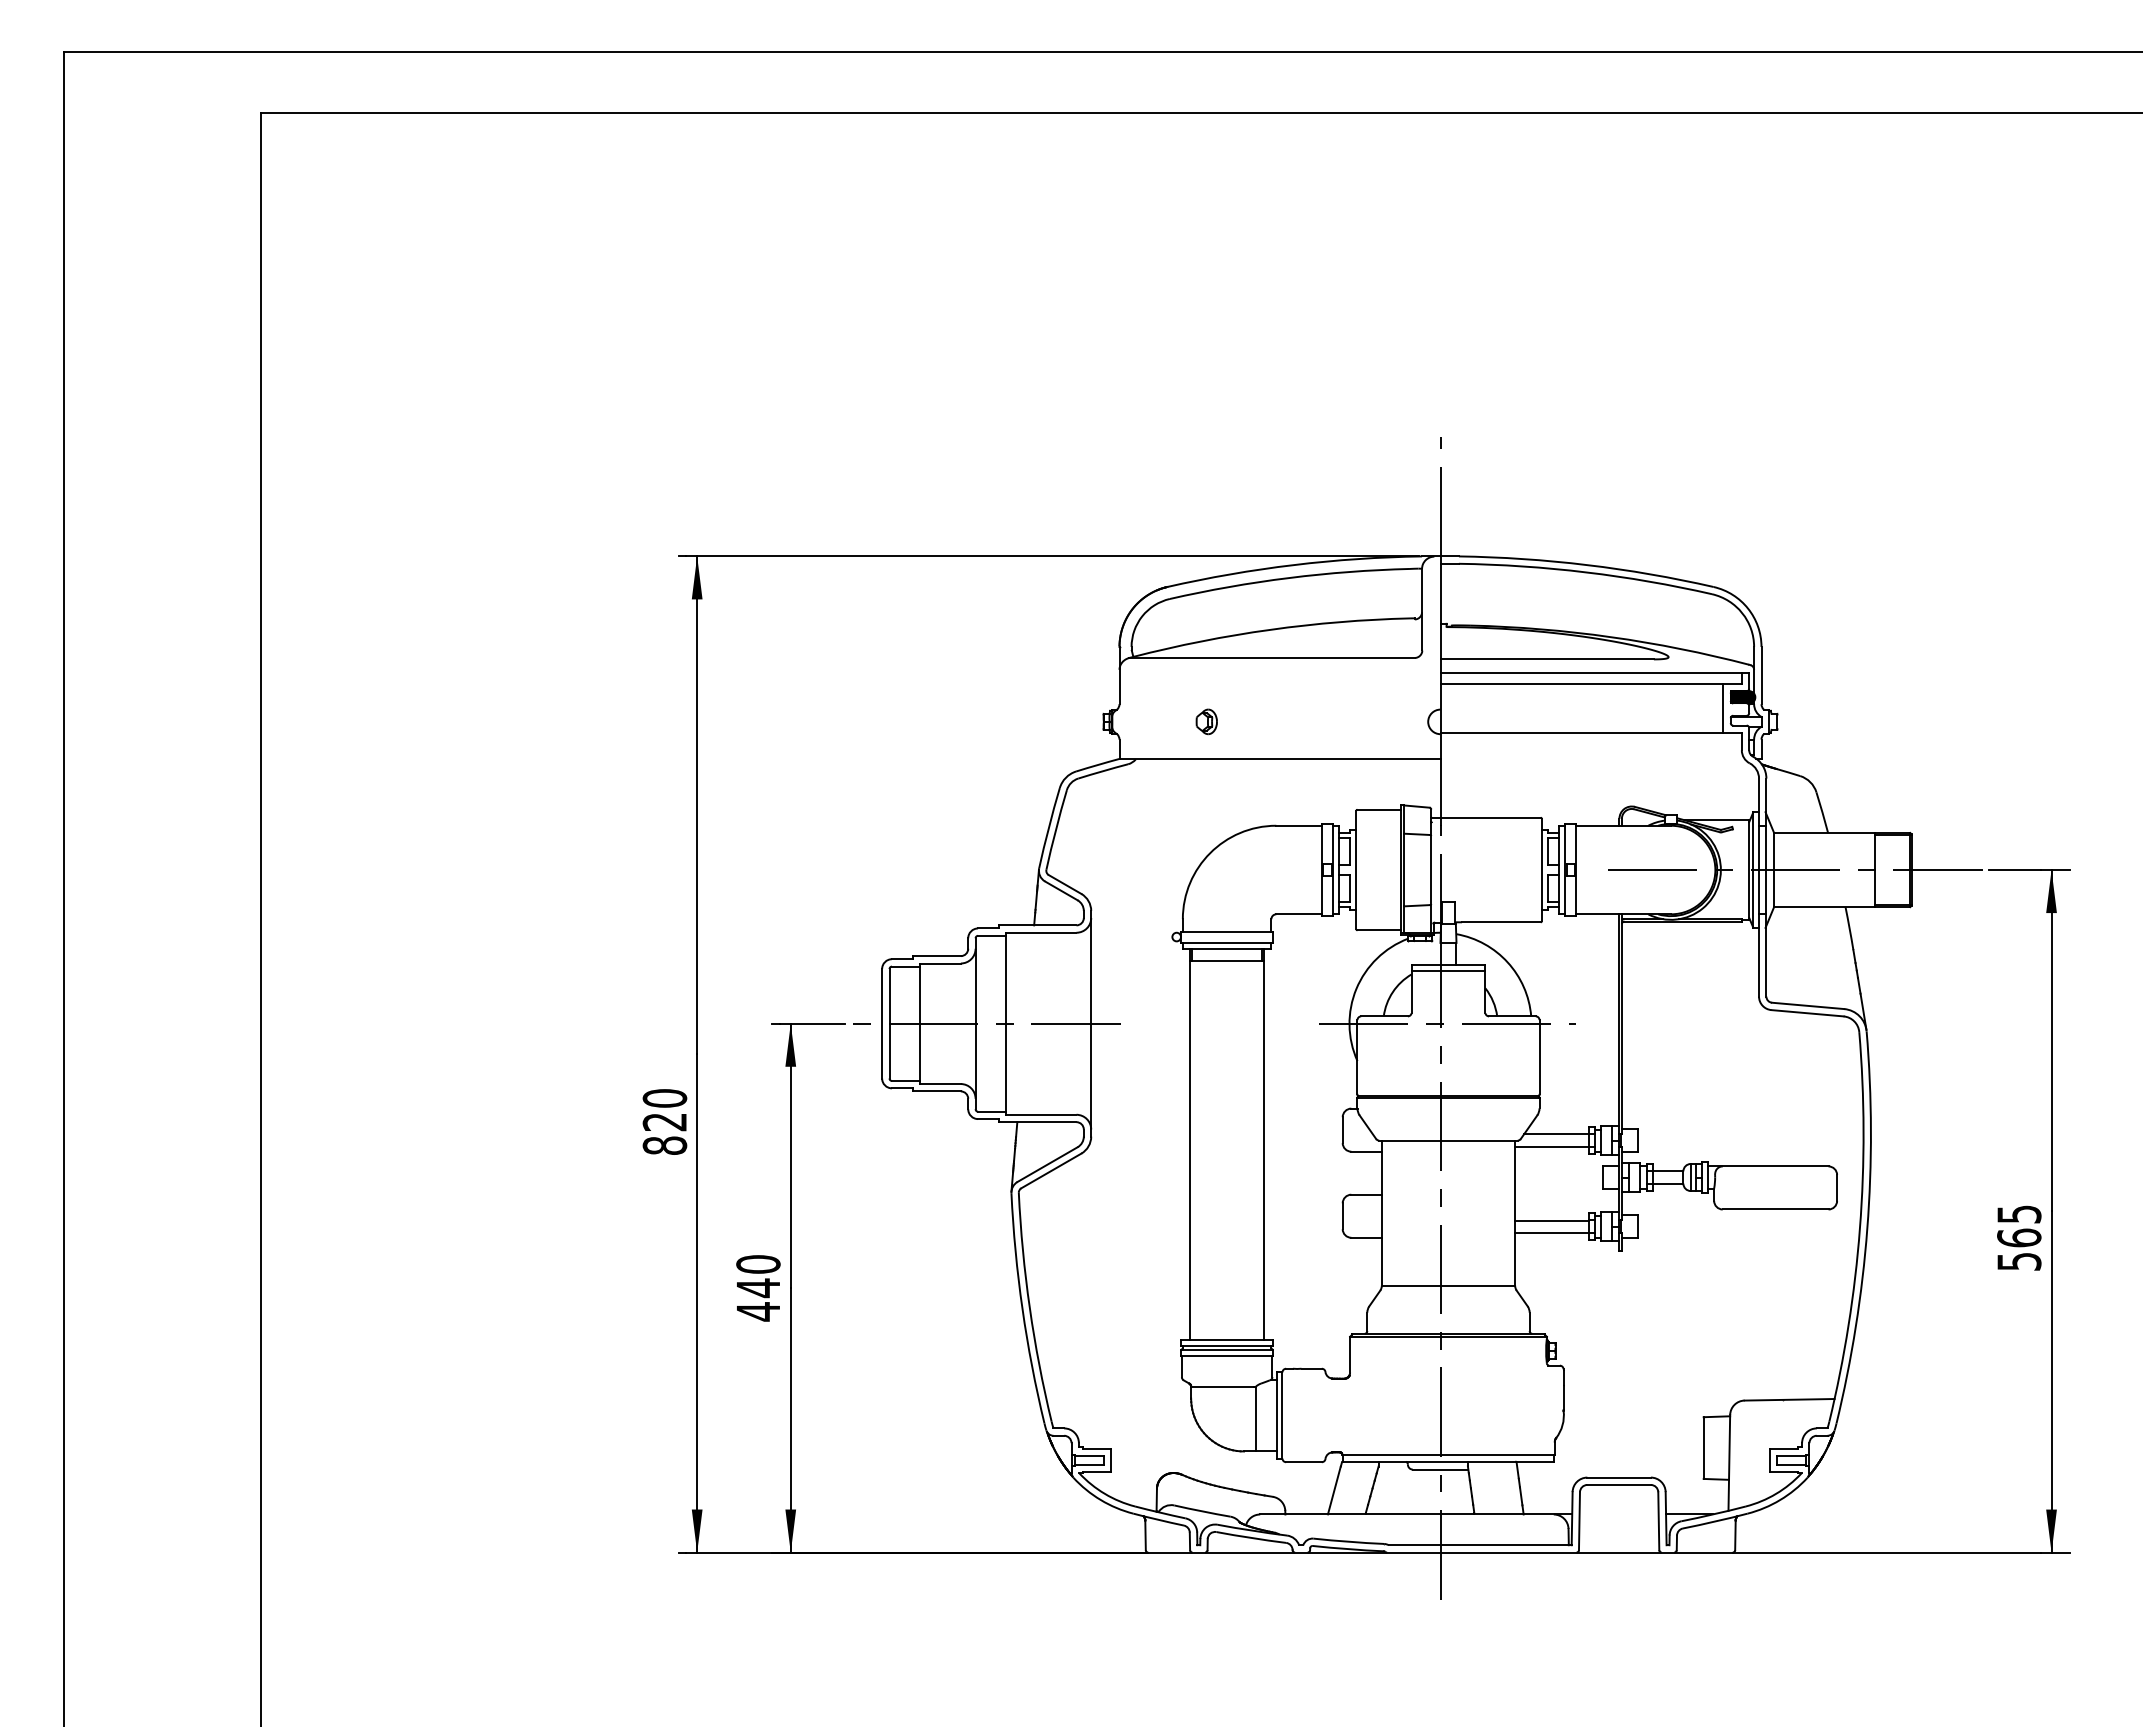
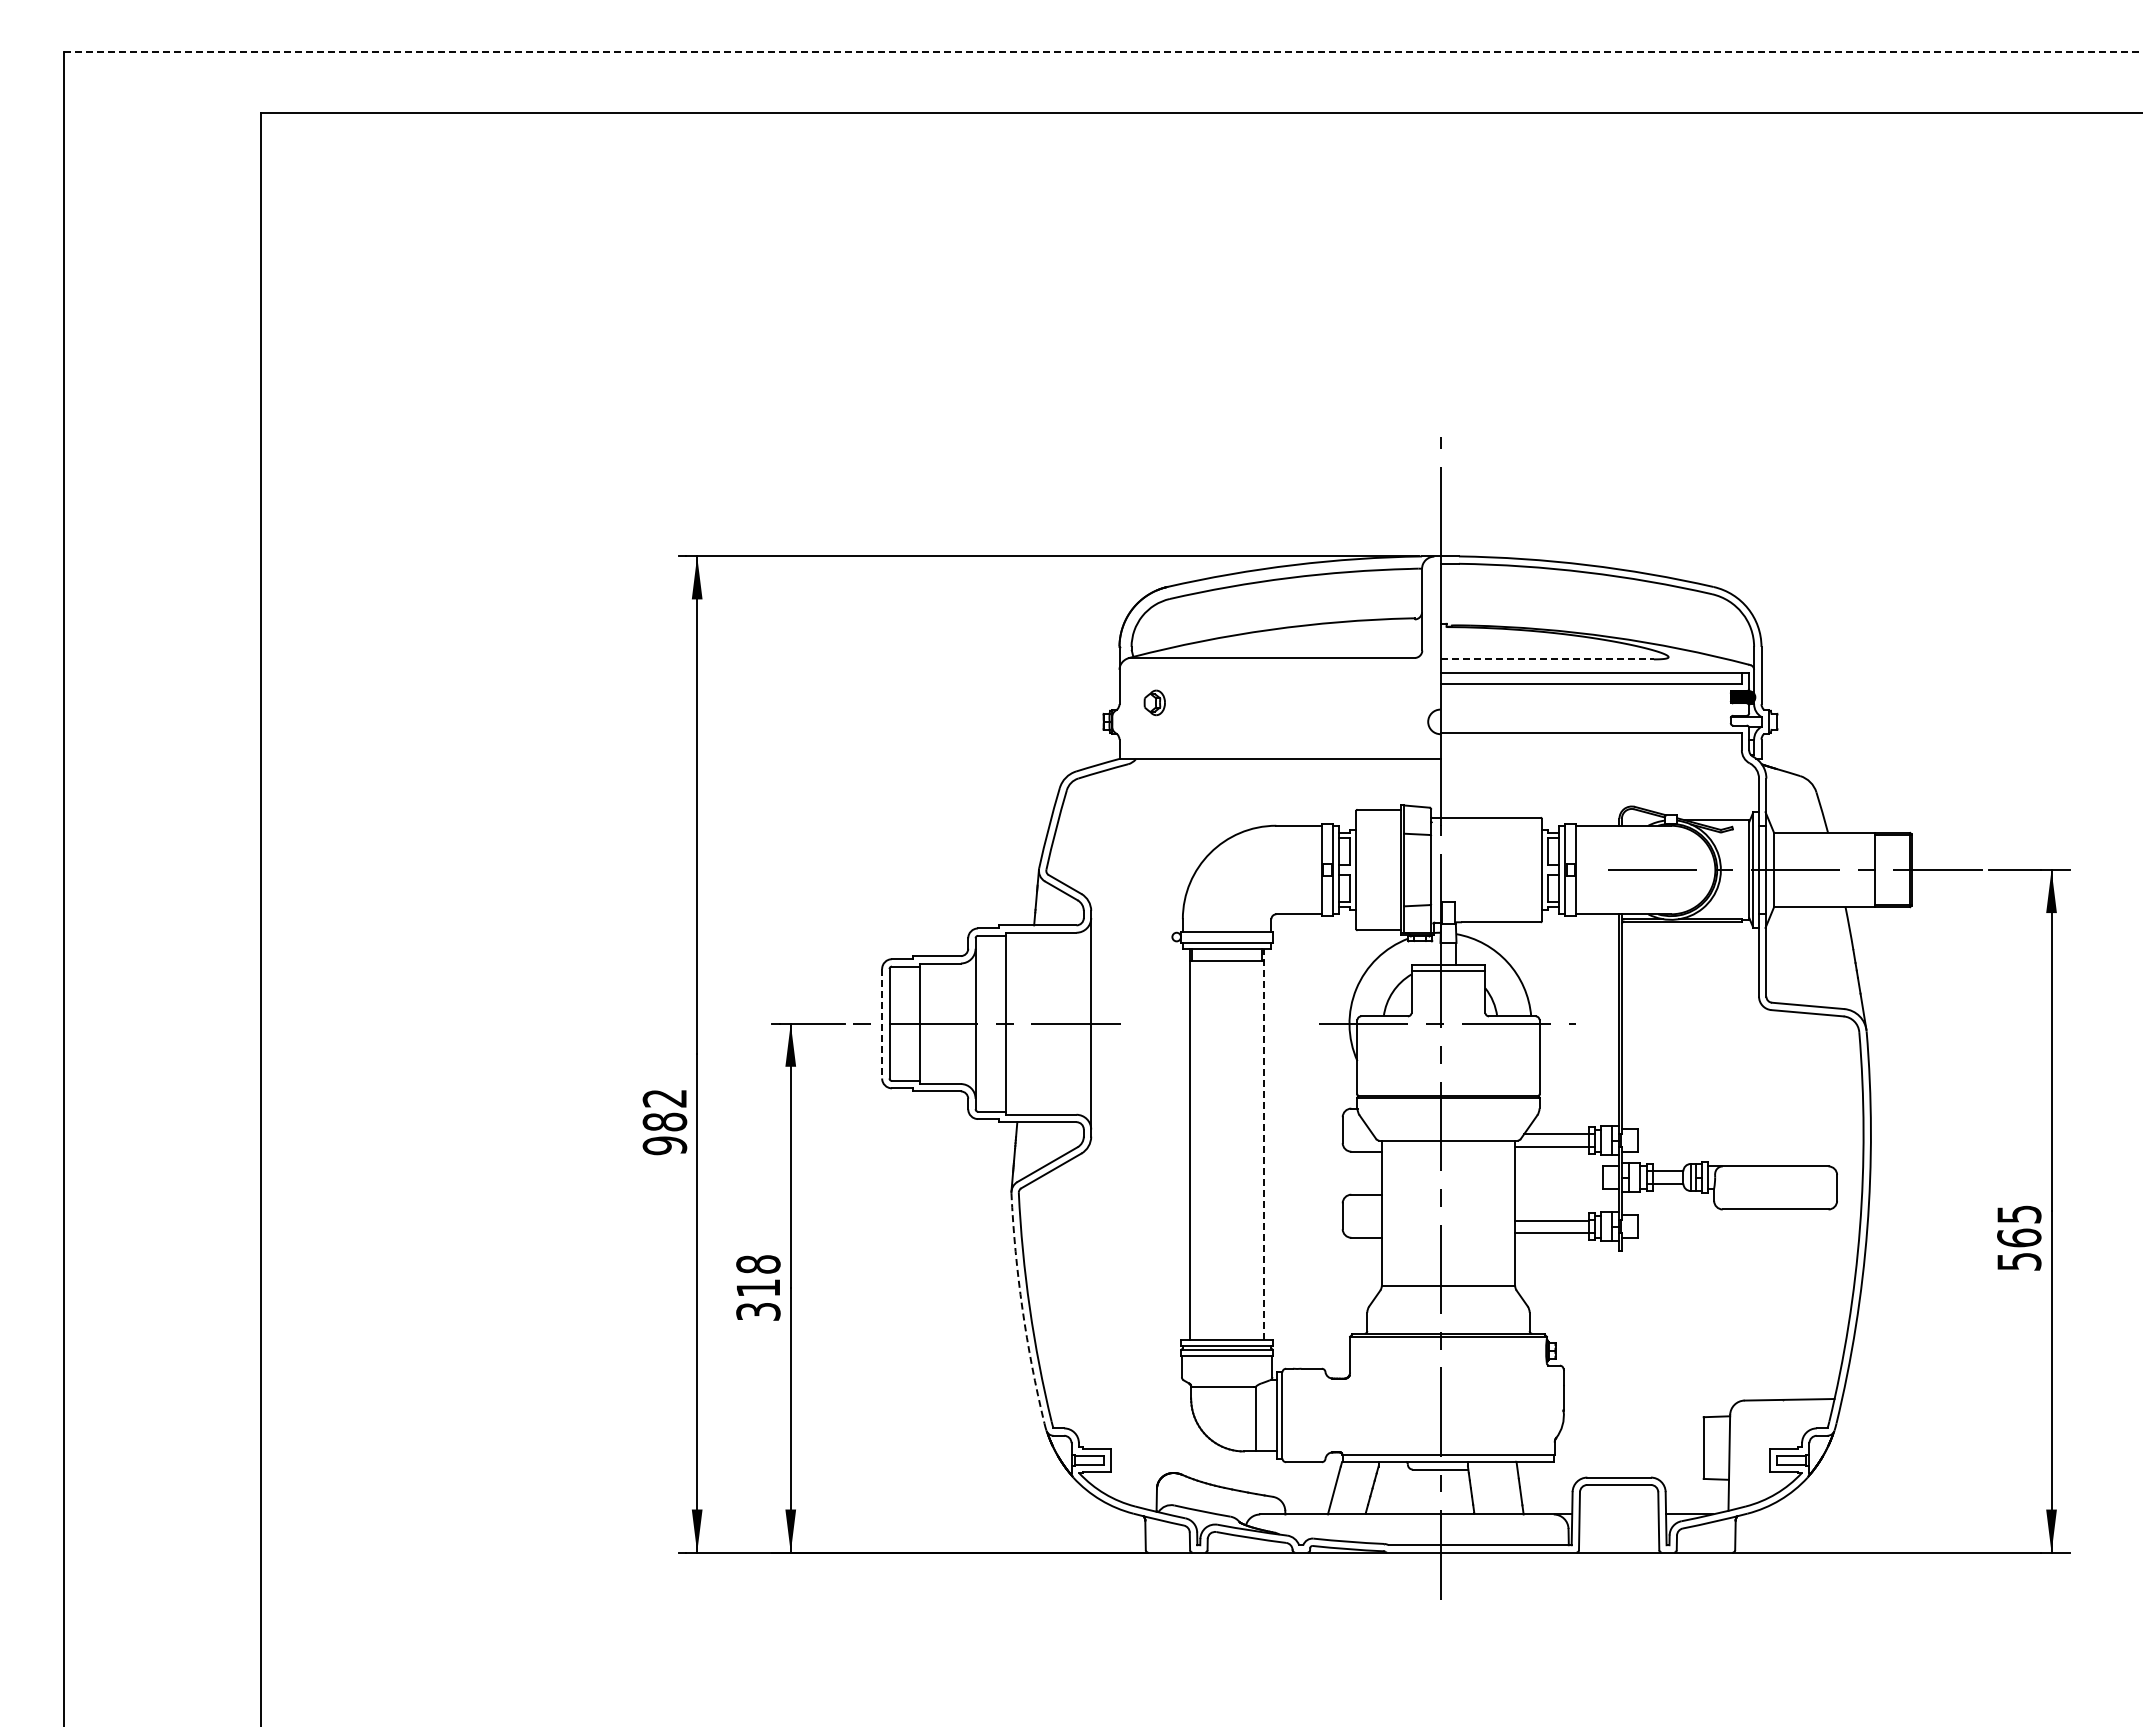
line at (1103, 51): solid -> dashed
line at (1547, 659): solid -> dashed
line at (1723, 707): present -> none
part at (1206, 721) position: (1206, 721) -> (1154, 702)
line at (882, 1023): solid -> dashed
text at (664, 1122): 820 -> 982
line at (1264, 1144): solid -> dashed
text at (758, 1288): 440 -> 318
arc at (1022, 1309): solid -> dashed
